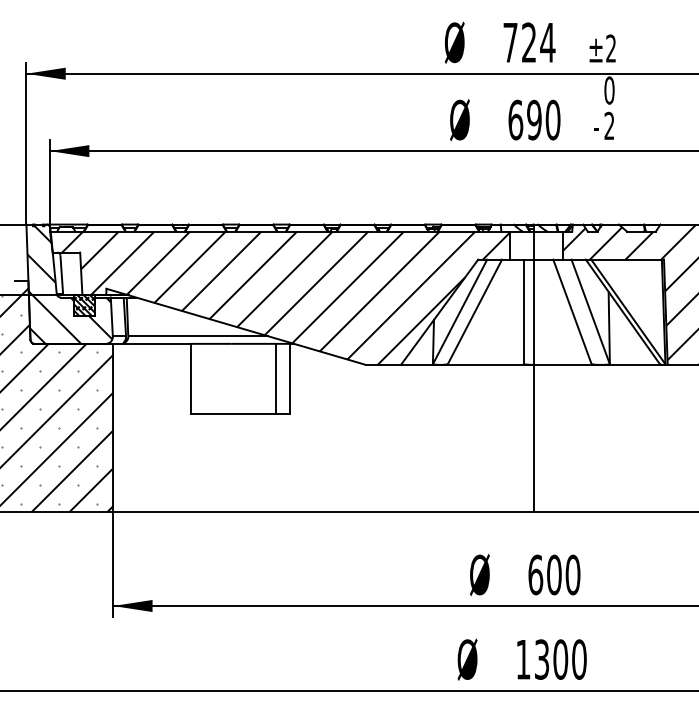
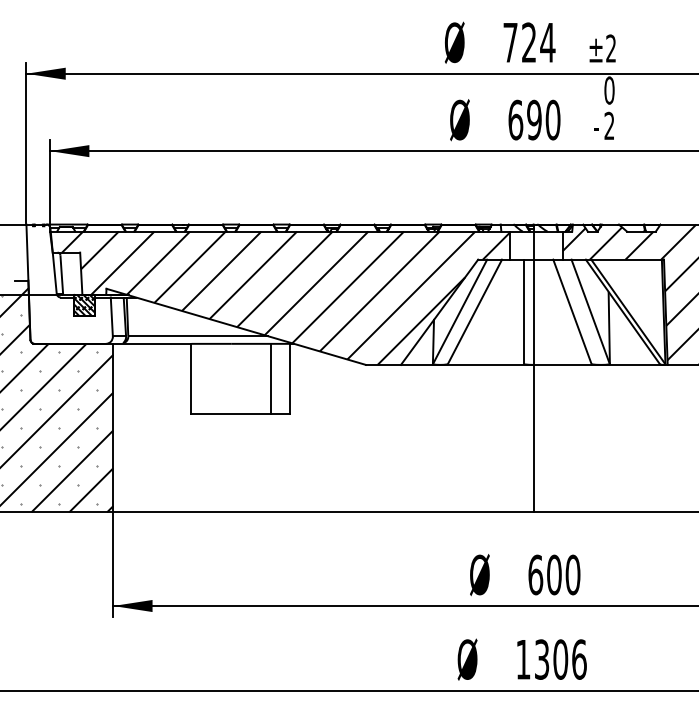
hatch at (69, 284): present -> none
line at (276, 378) position: (276, 378) -> (271, 378)
text at (579, 659): 1300 -> 1306
